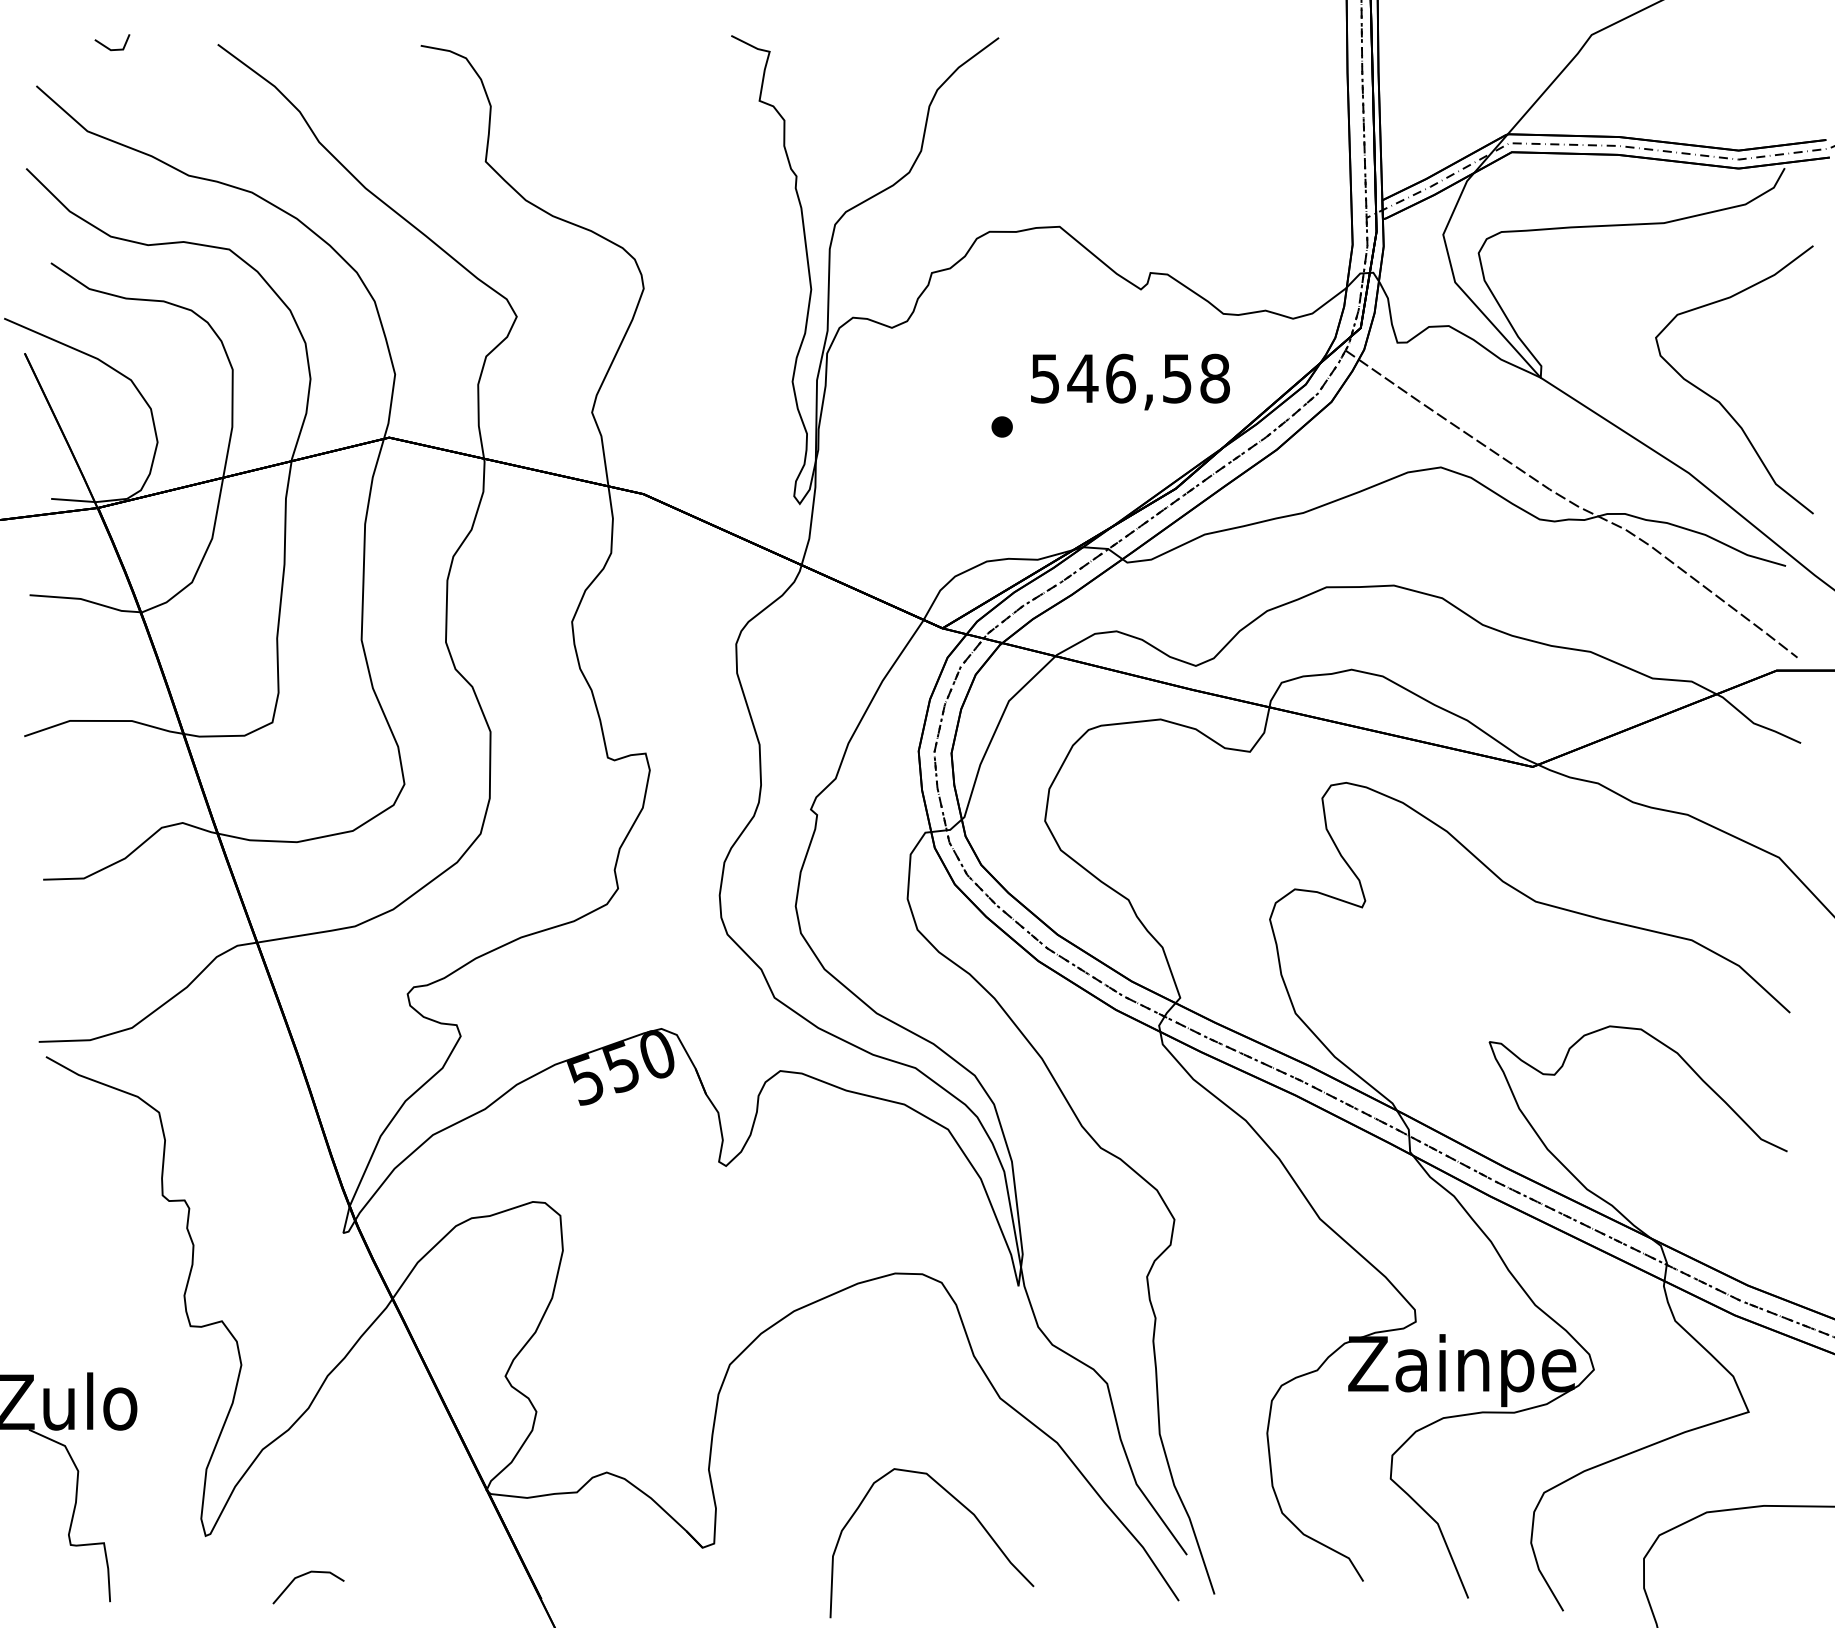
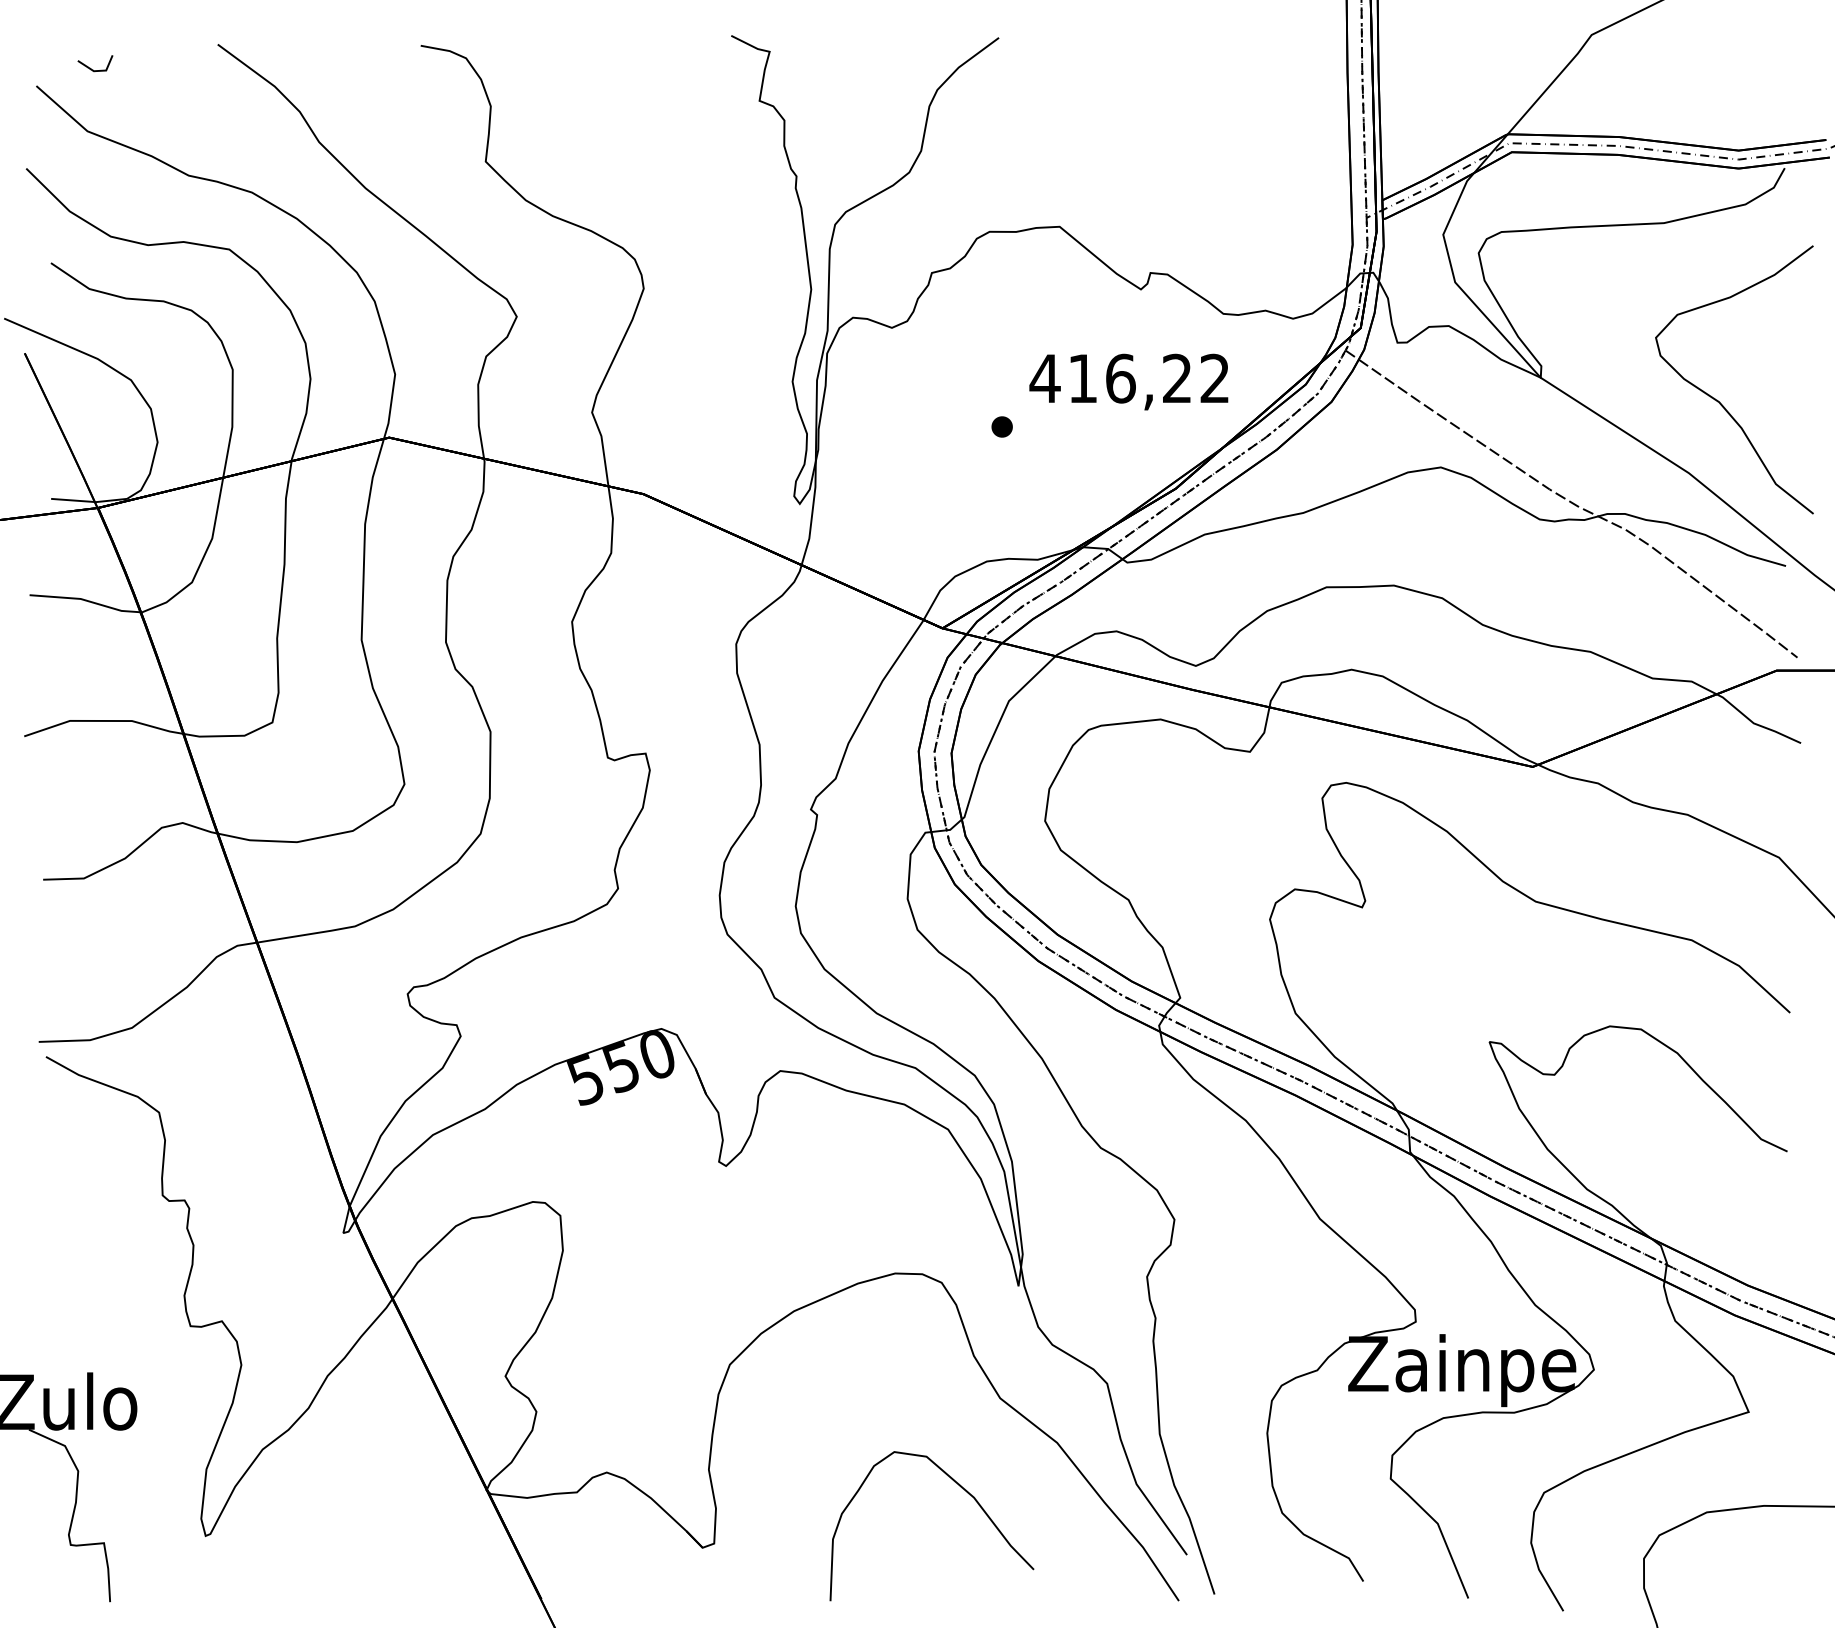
line at (110, 48) position: (110, 48) -> (93, 69)
text at (1129, 378): 546,58 -> 416,22
curve at (961, 1505) position: (961, 1505) -> (961, 1488)
line at (302, 1576): present -> none
